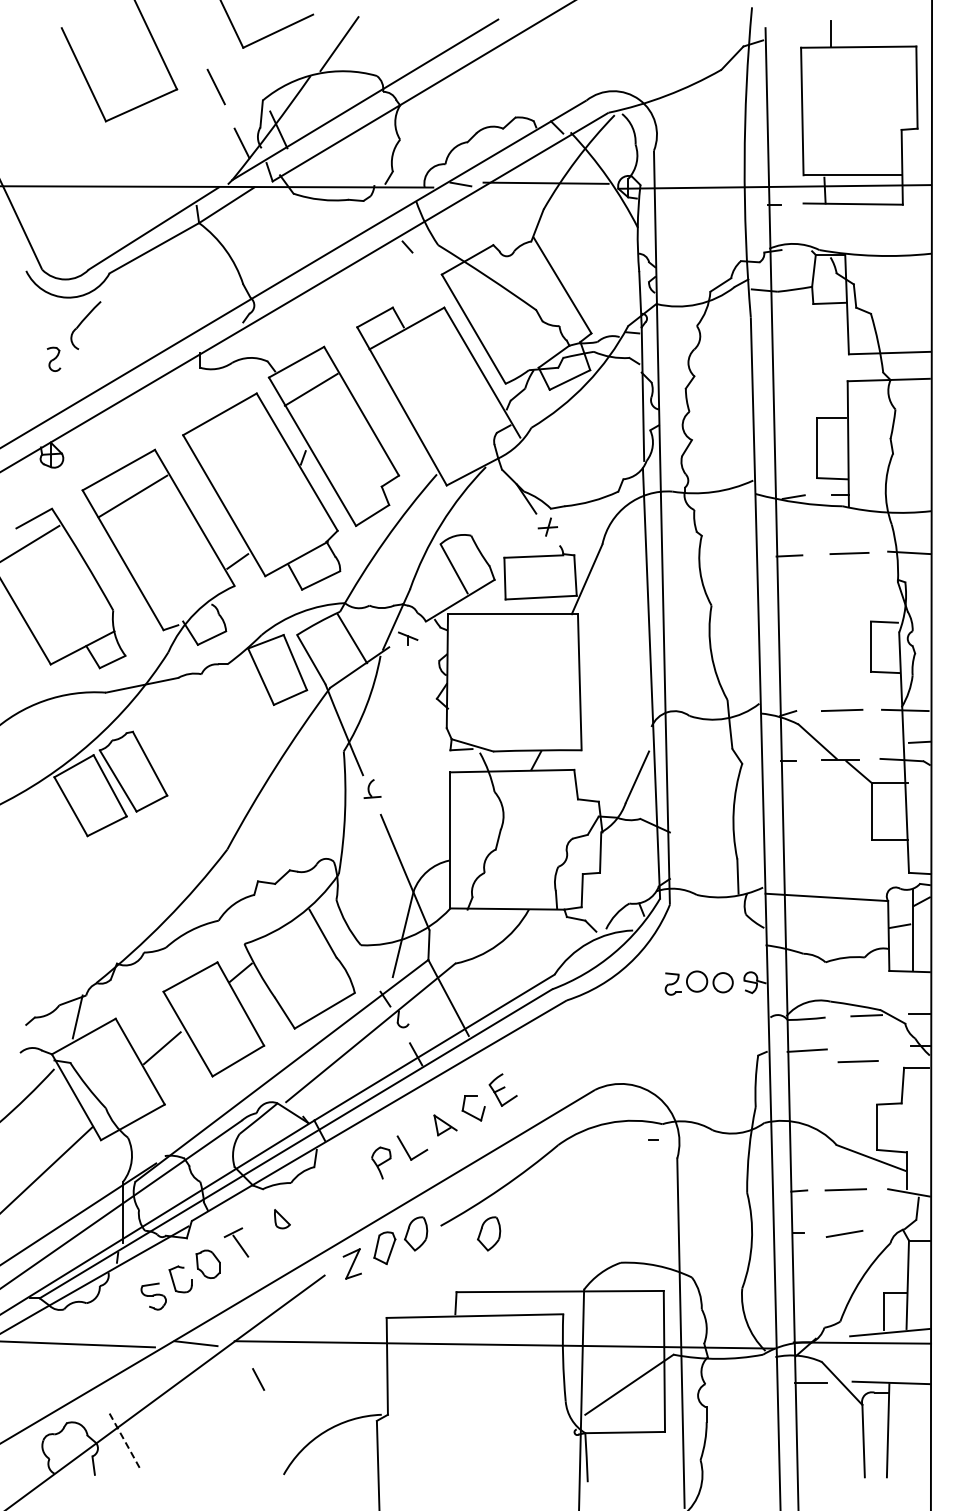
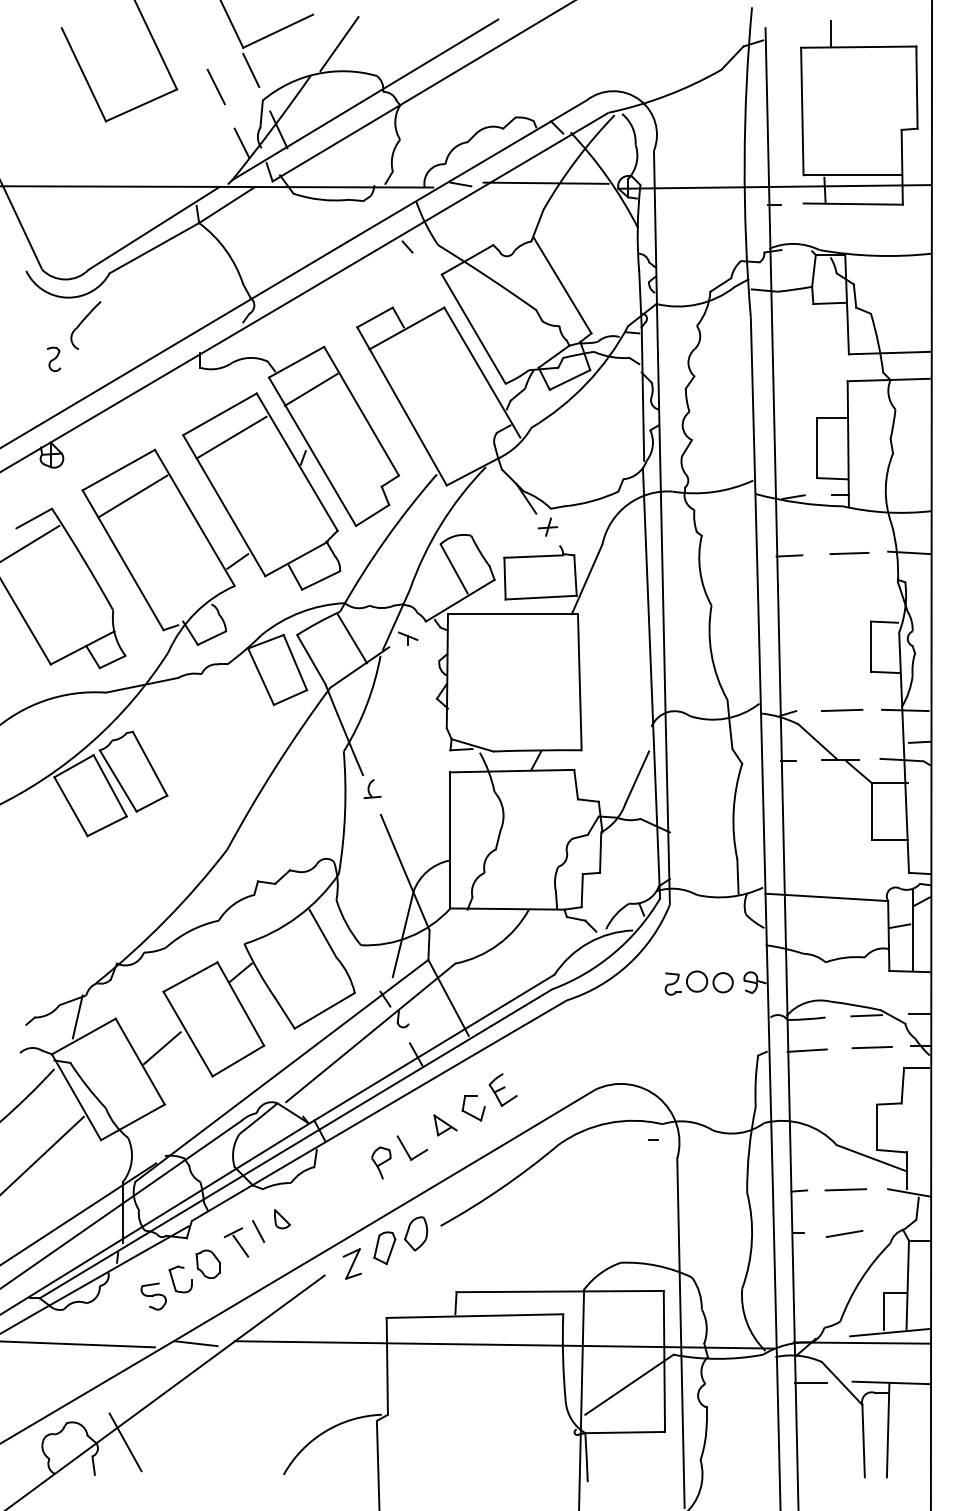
line at (251, 70): none -> present
line at (231, 437): none -> present
line at (857, 1061) position: (857, 1061) -> (871, 1047)
line at (47, 1168) position: (47, 1168) -> (42, 1154)
part at (489, 1233): present -> none
line at (258, 1379) position: (258, 1379) -> (258, 1231)
line at (125, 1442): dashed -> solid
